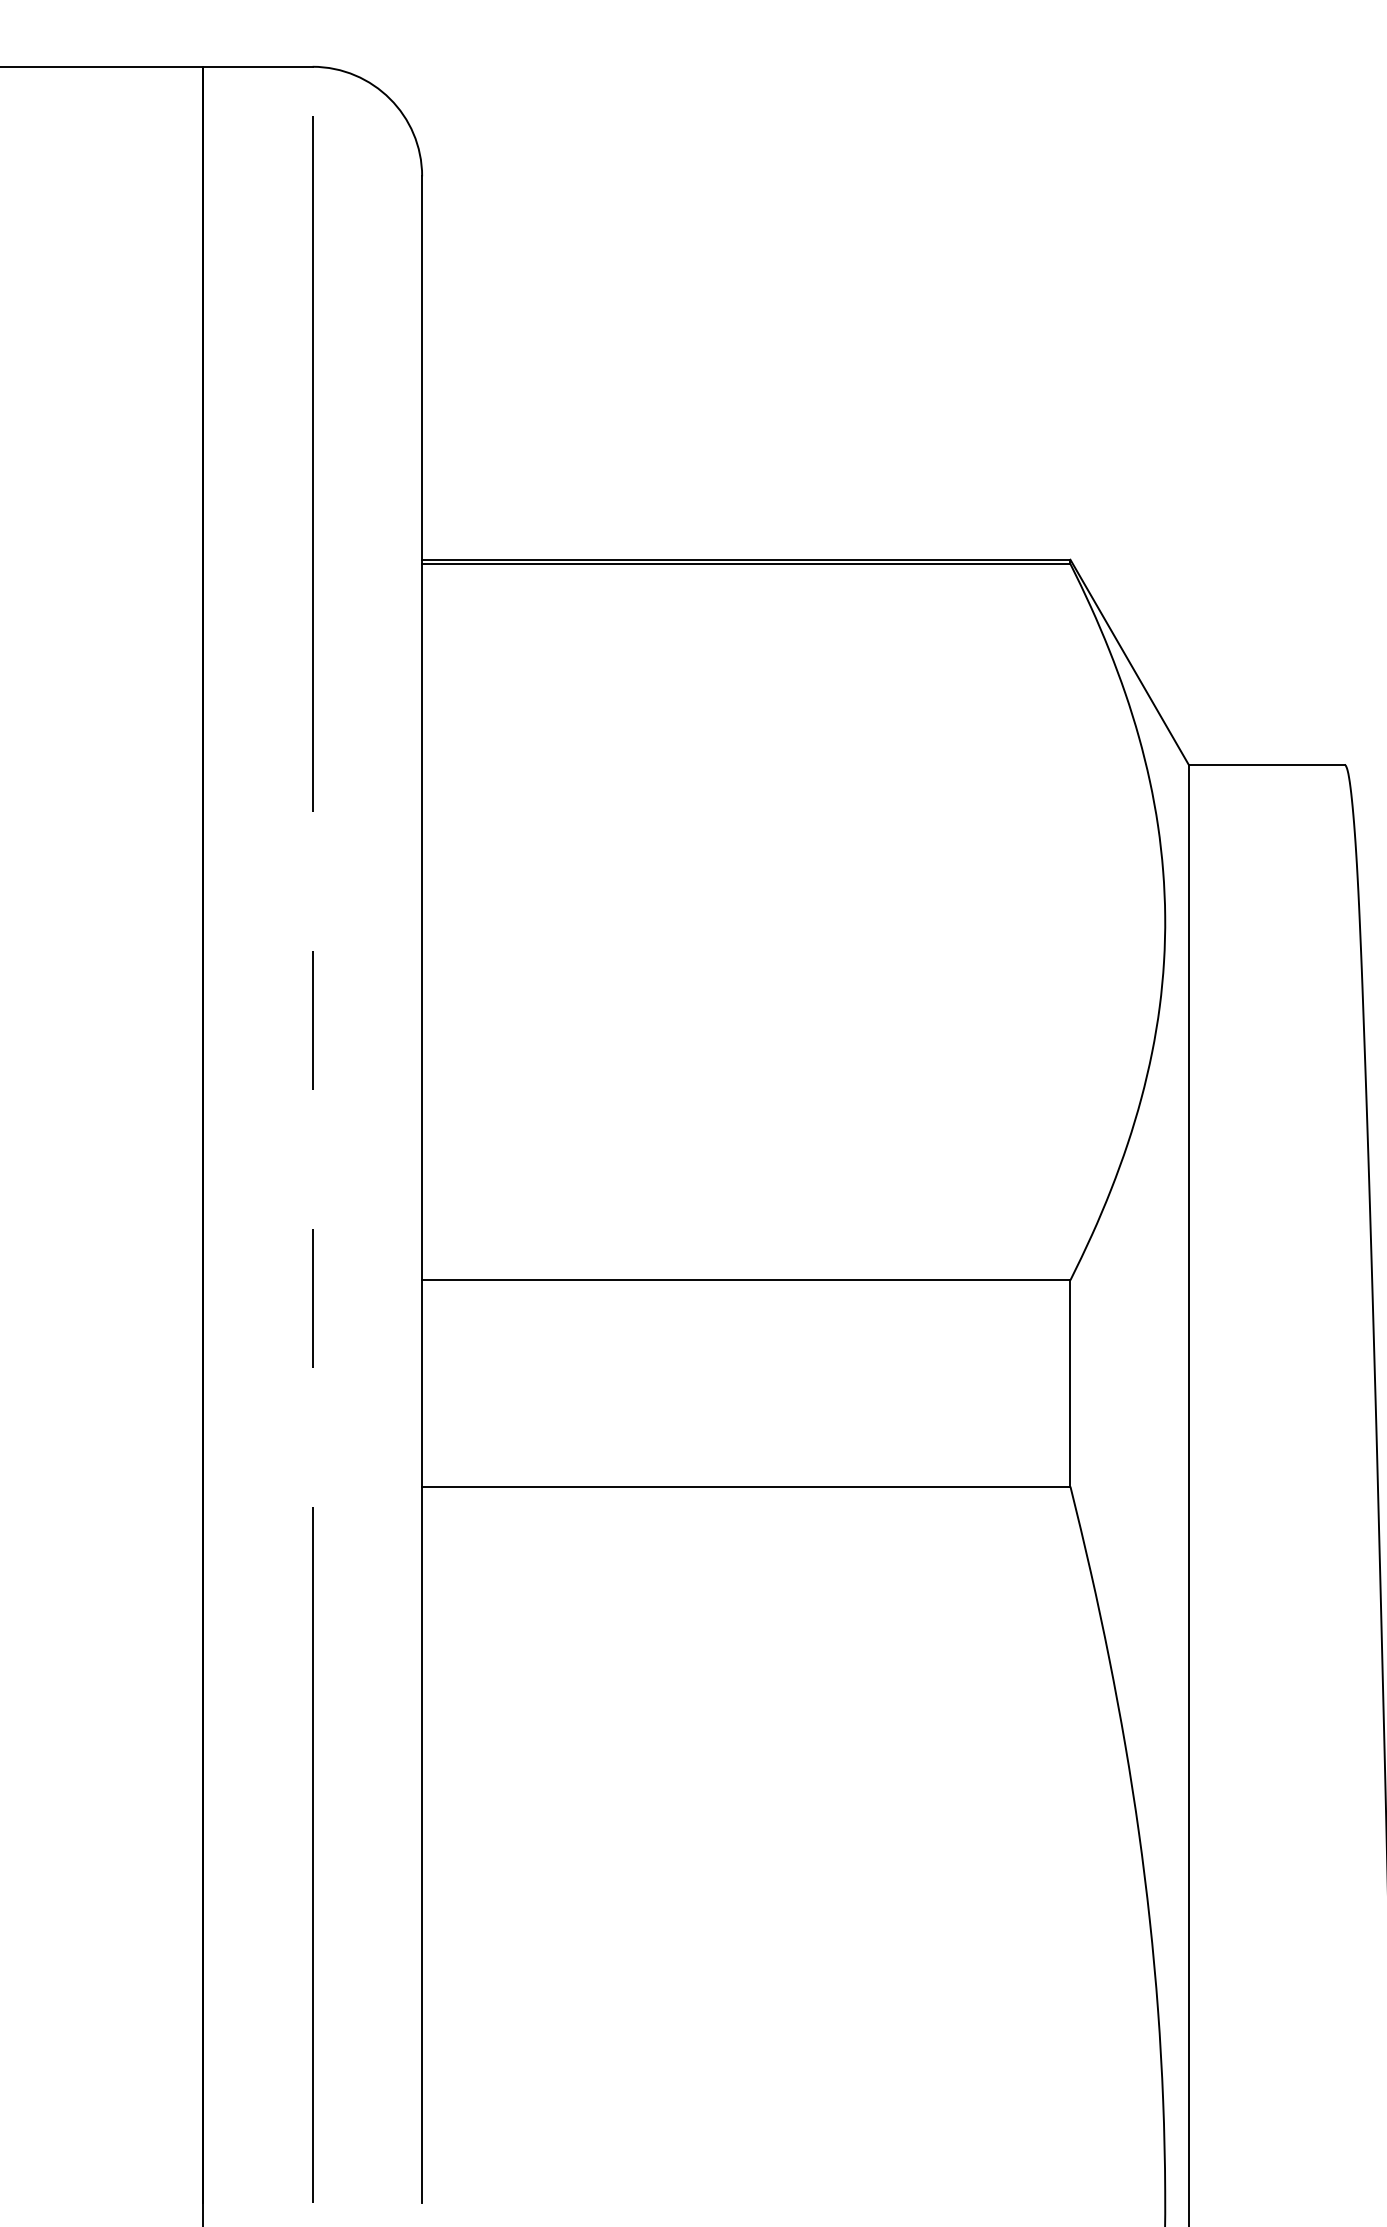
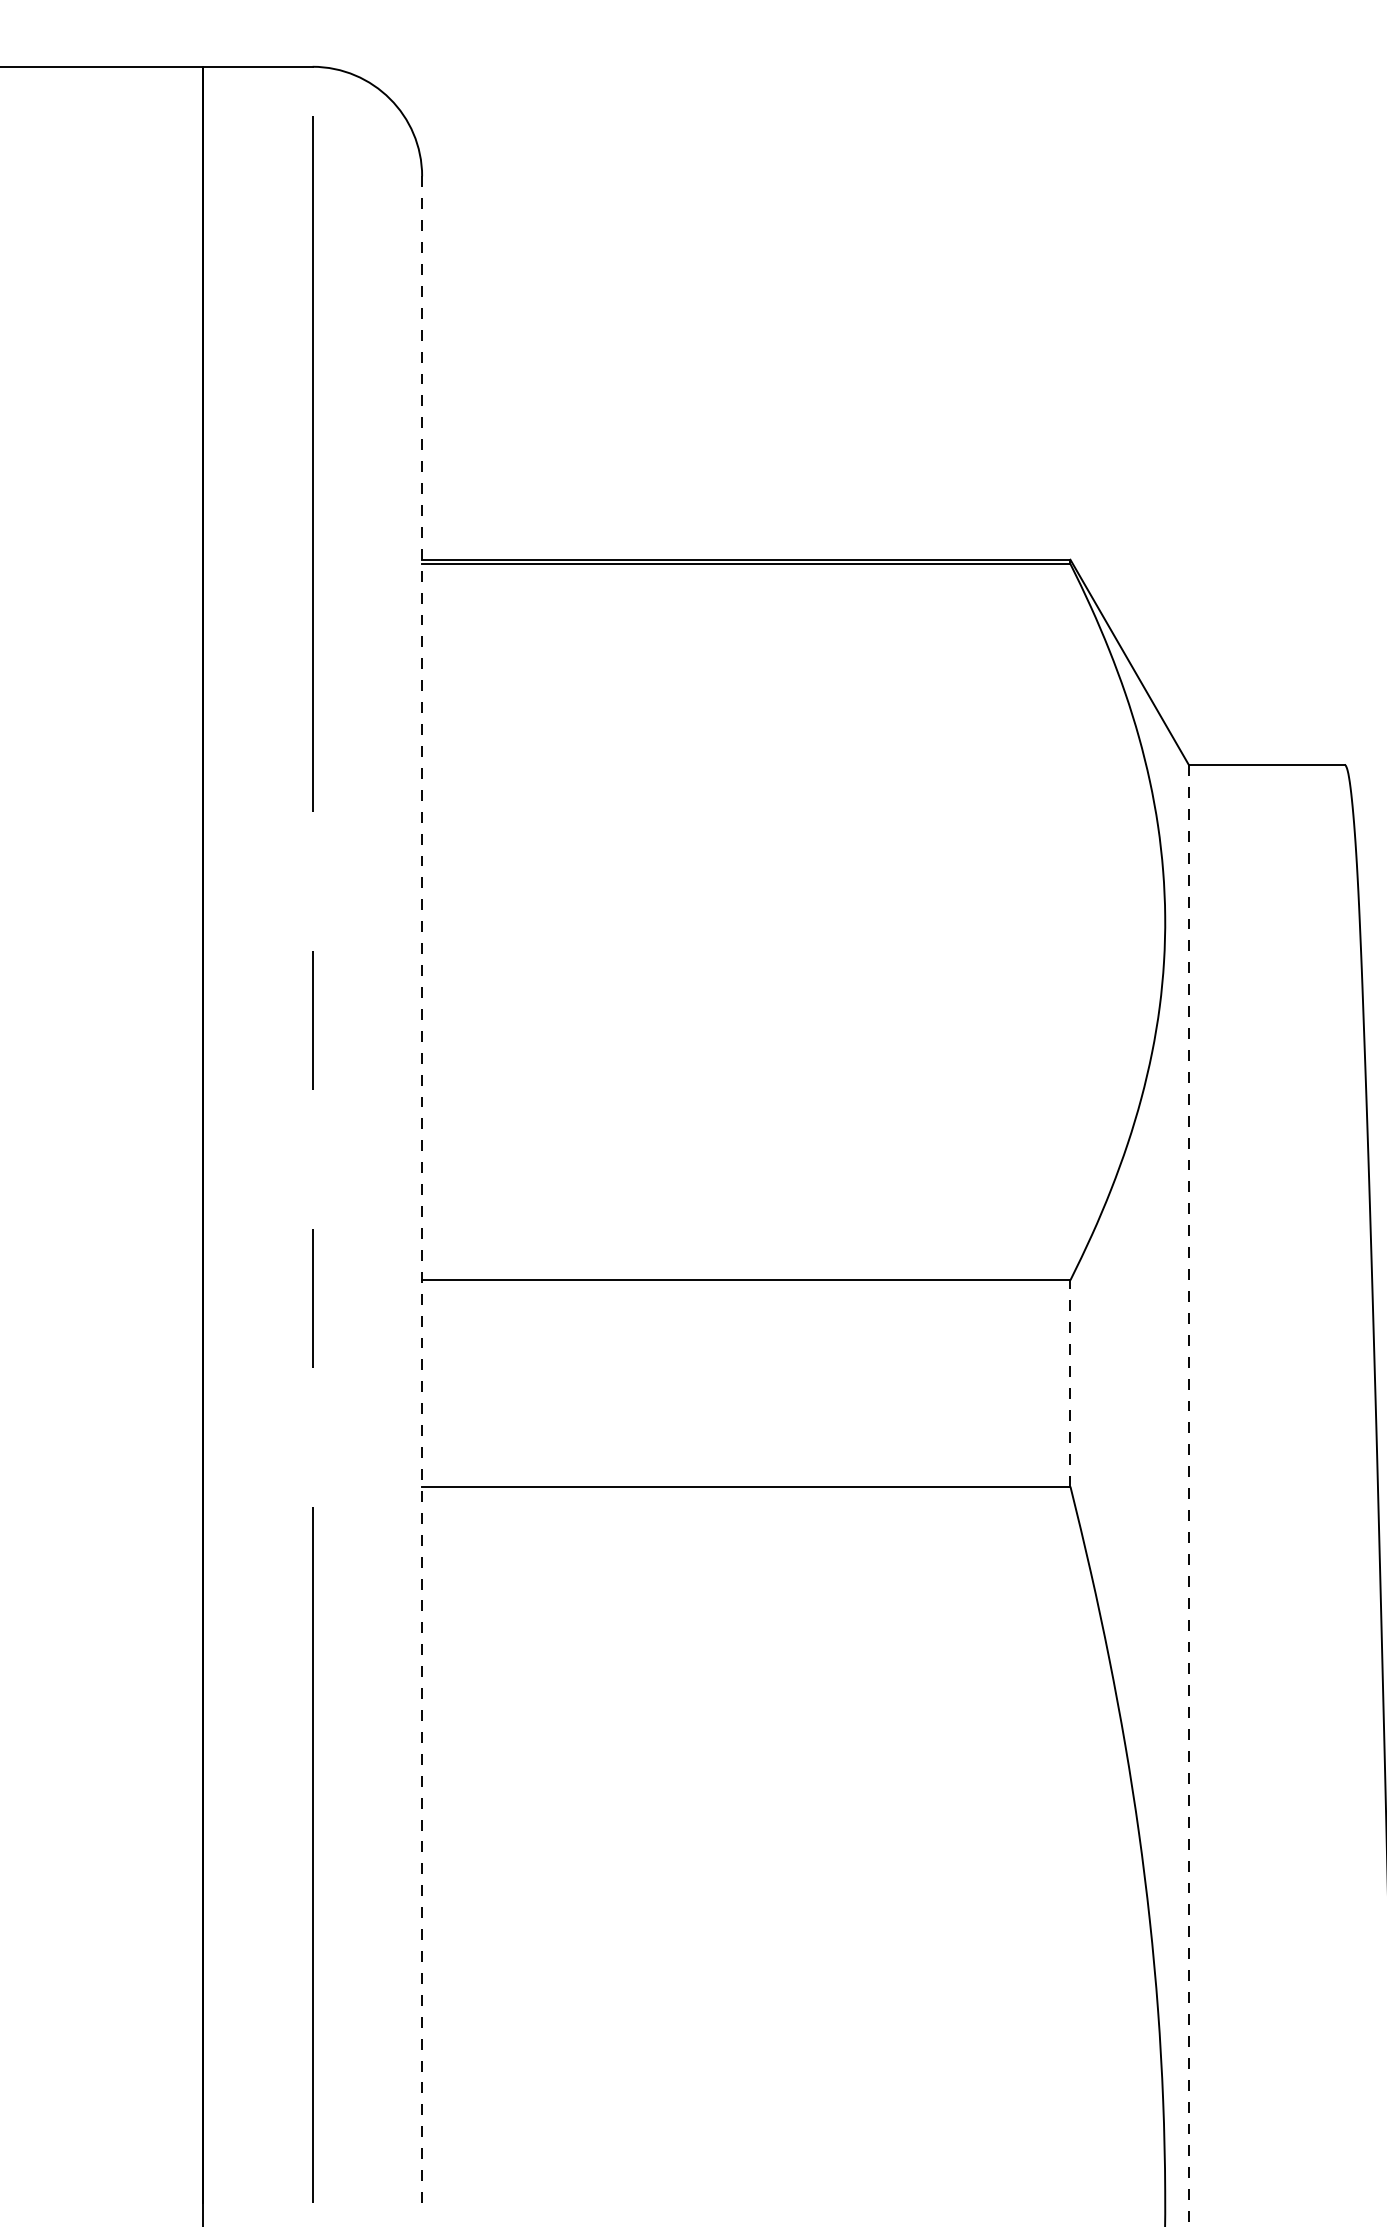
line at (422, 1189): solid -> dashed
line at (1070, 1382): solid -> dashed
line at (1188, 1496): solid -> dashed
